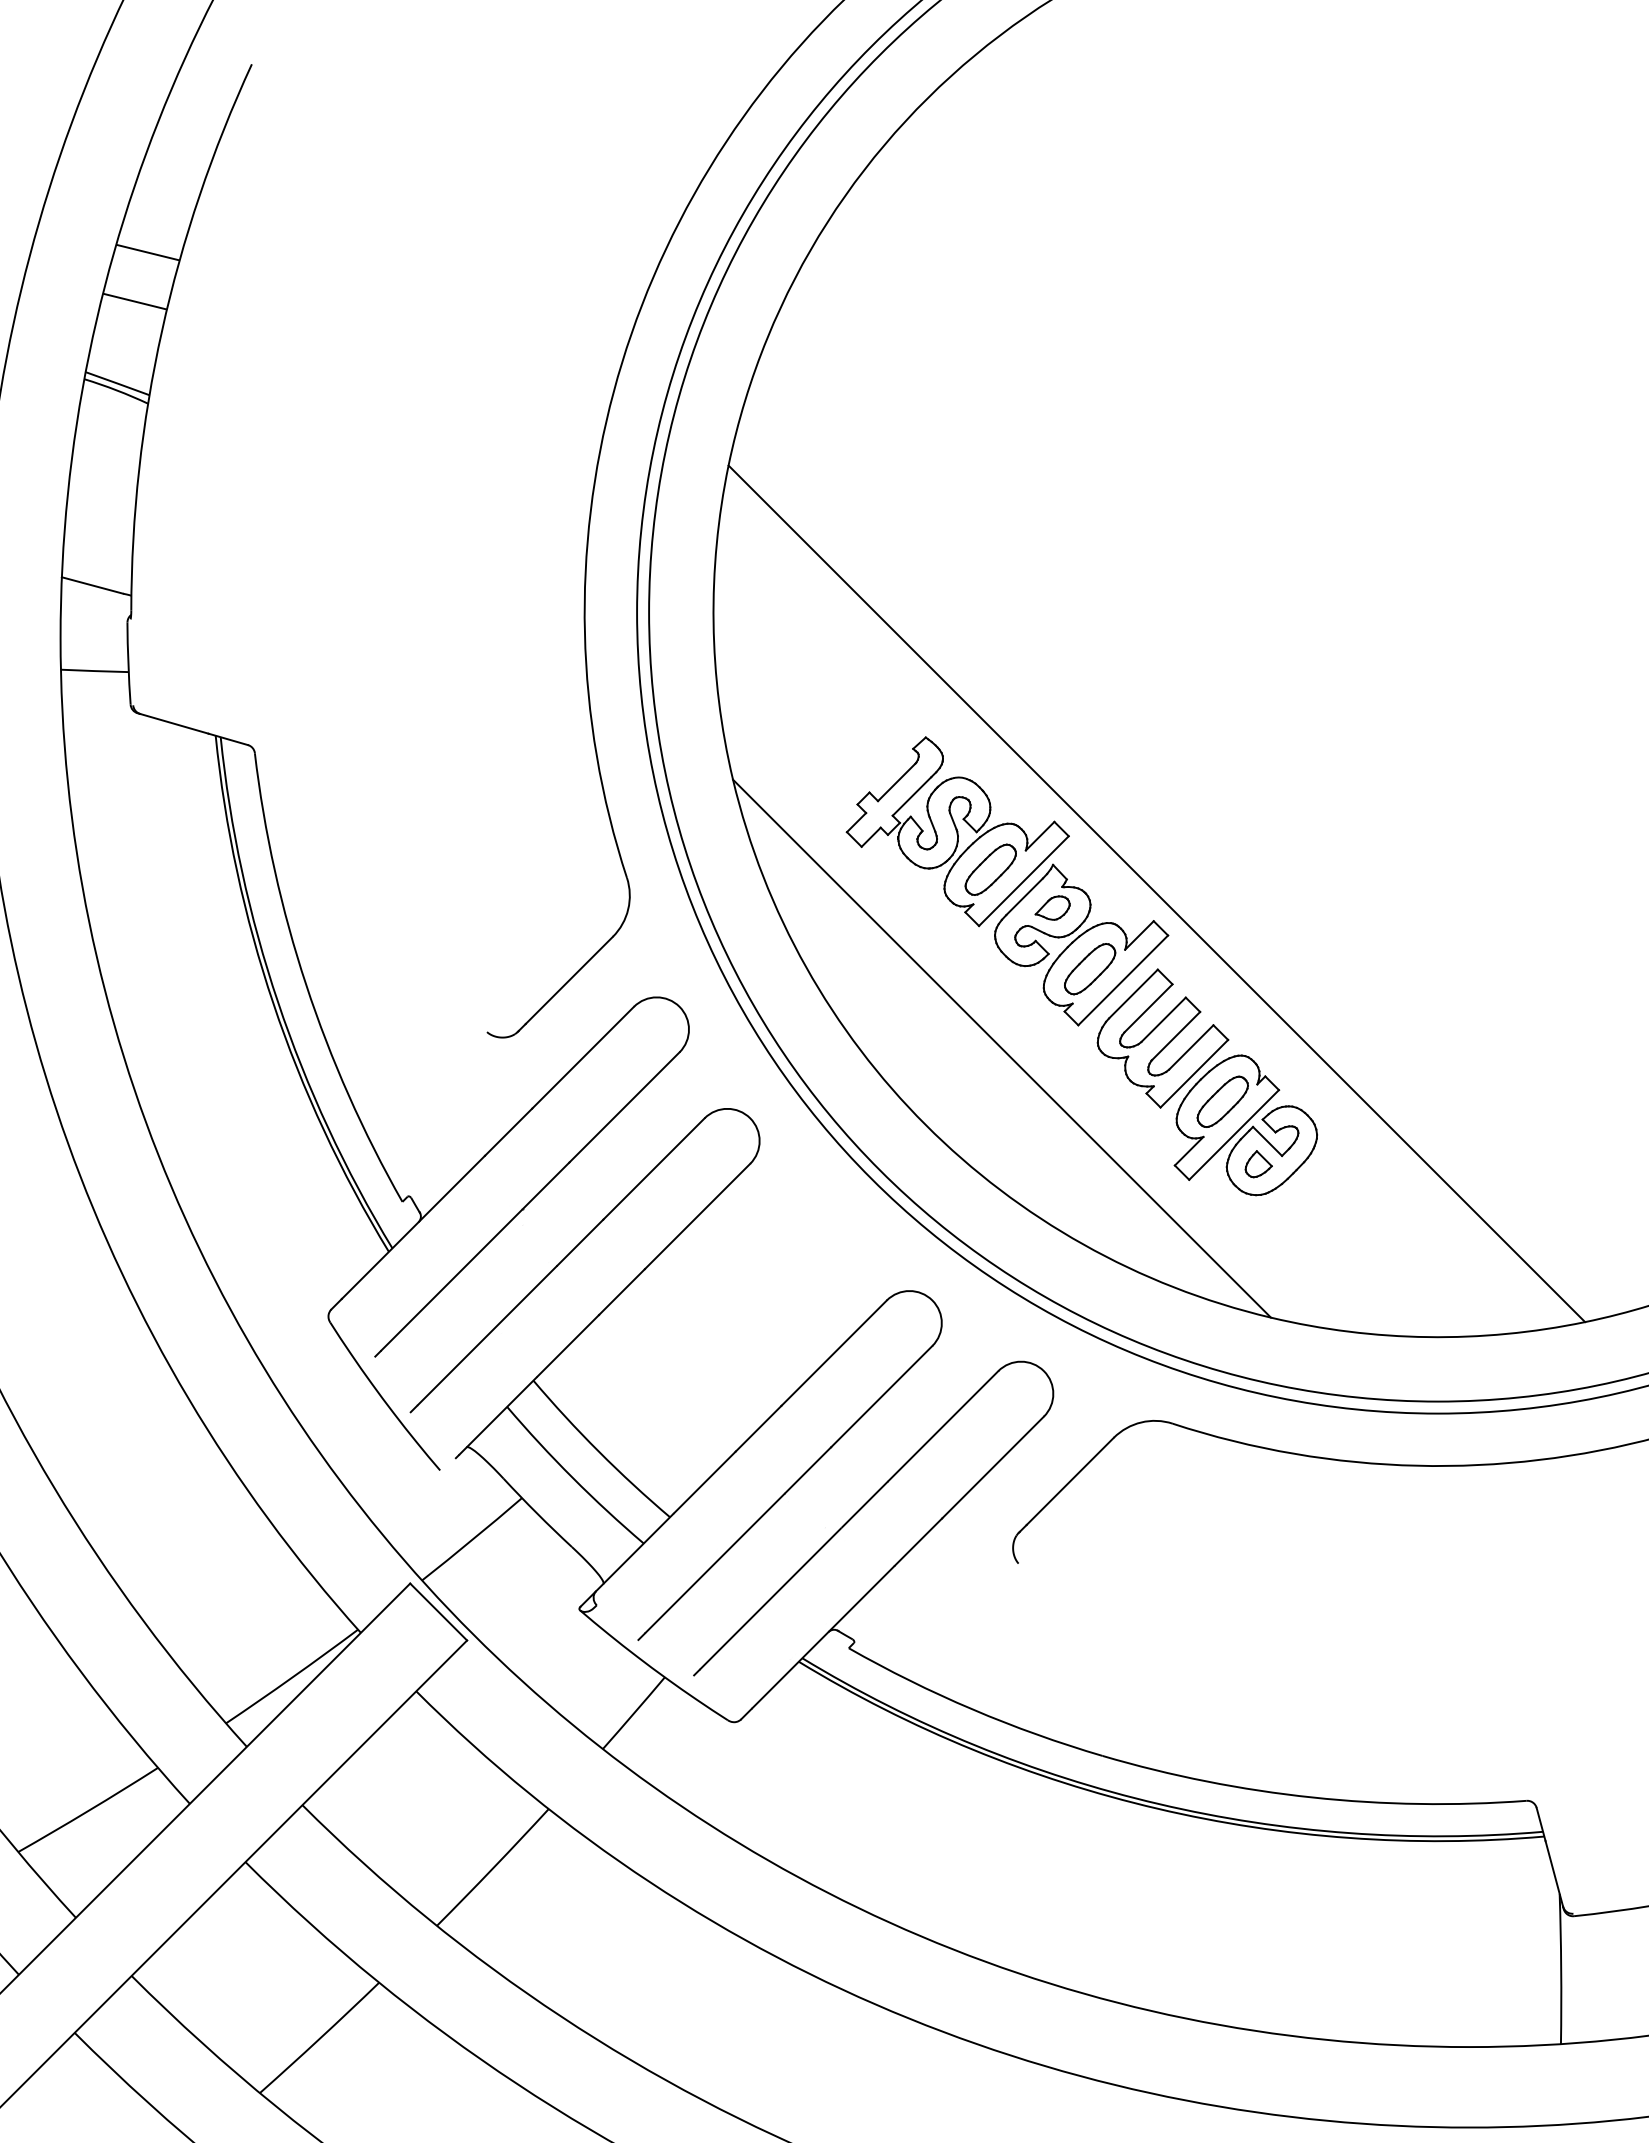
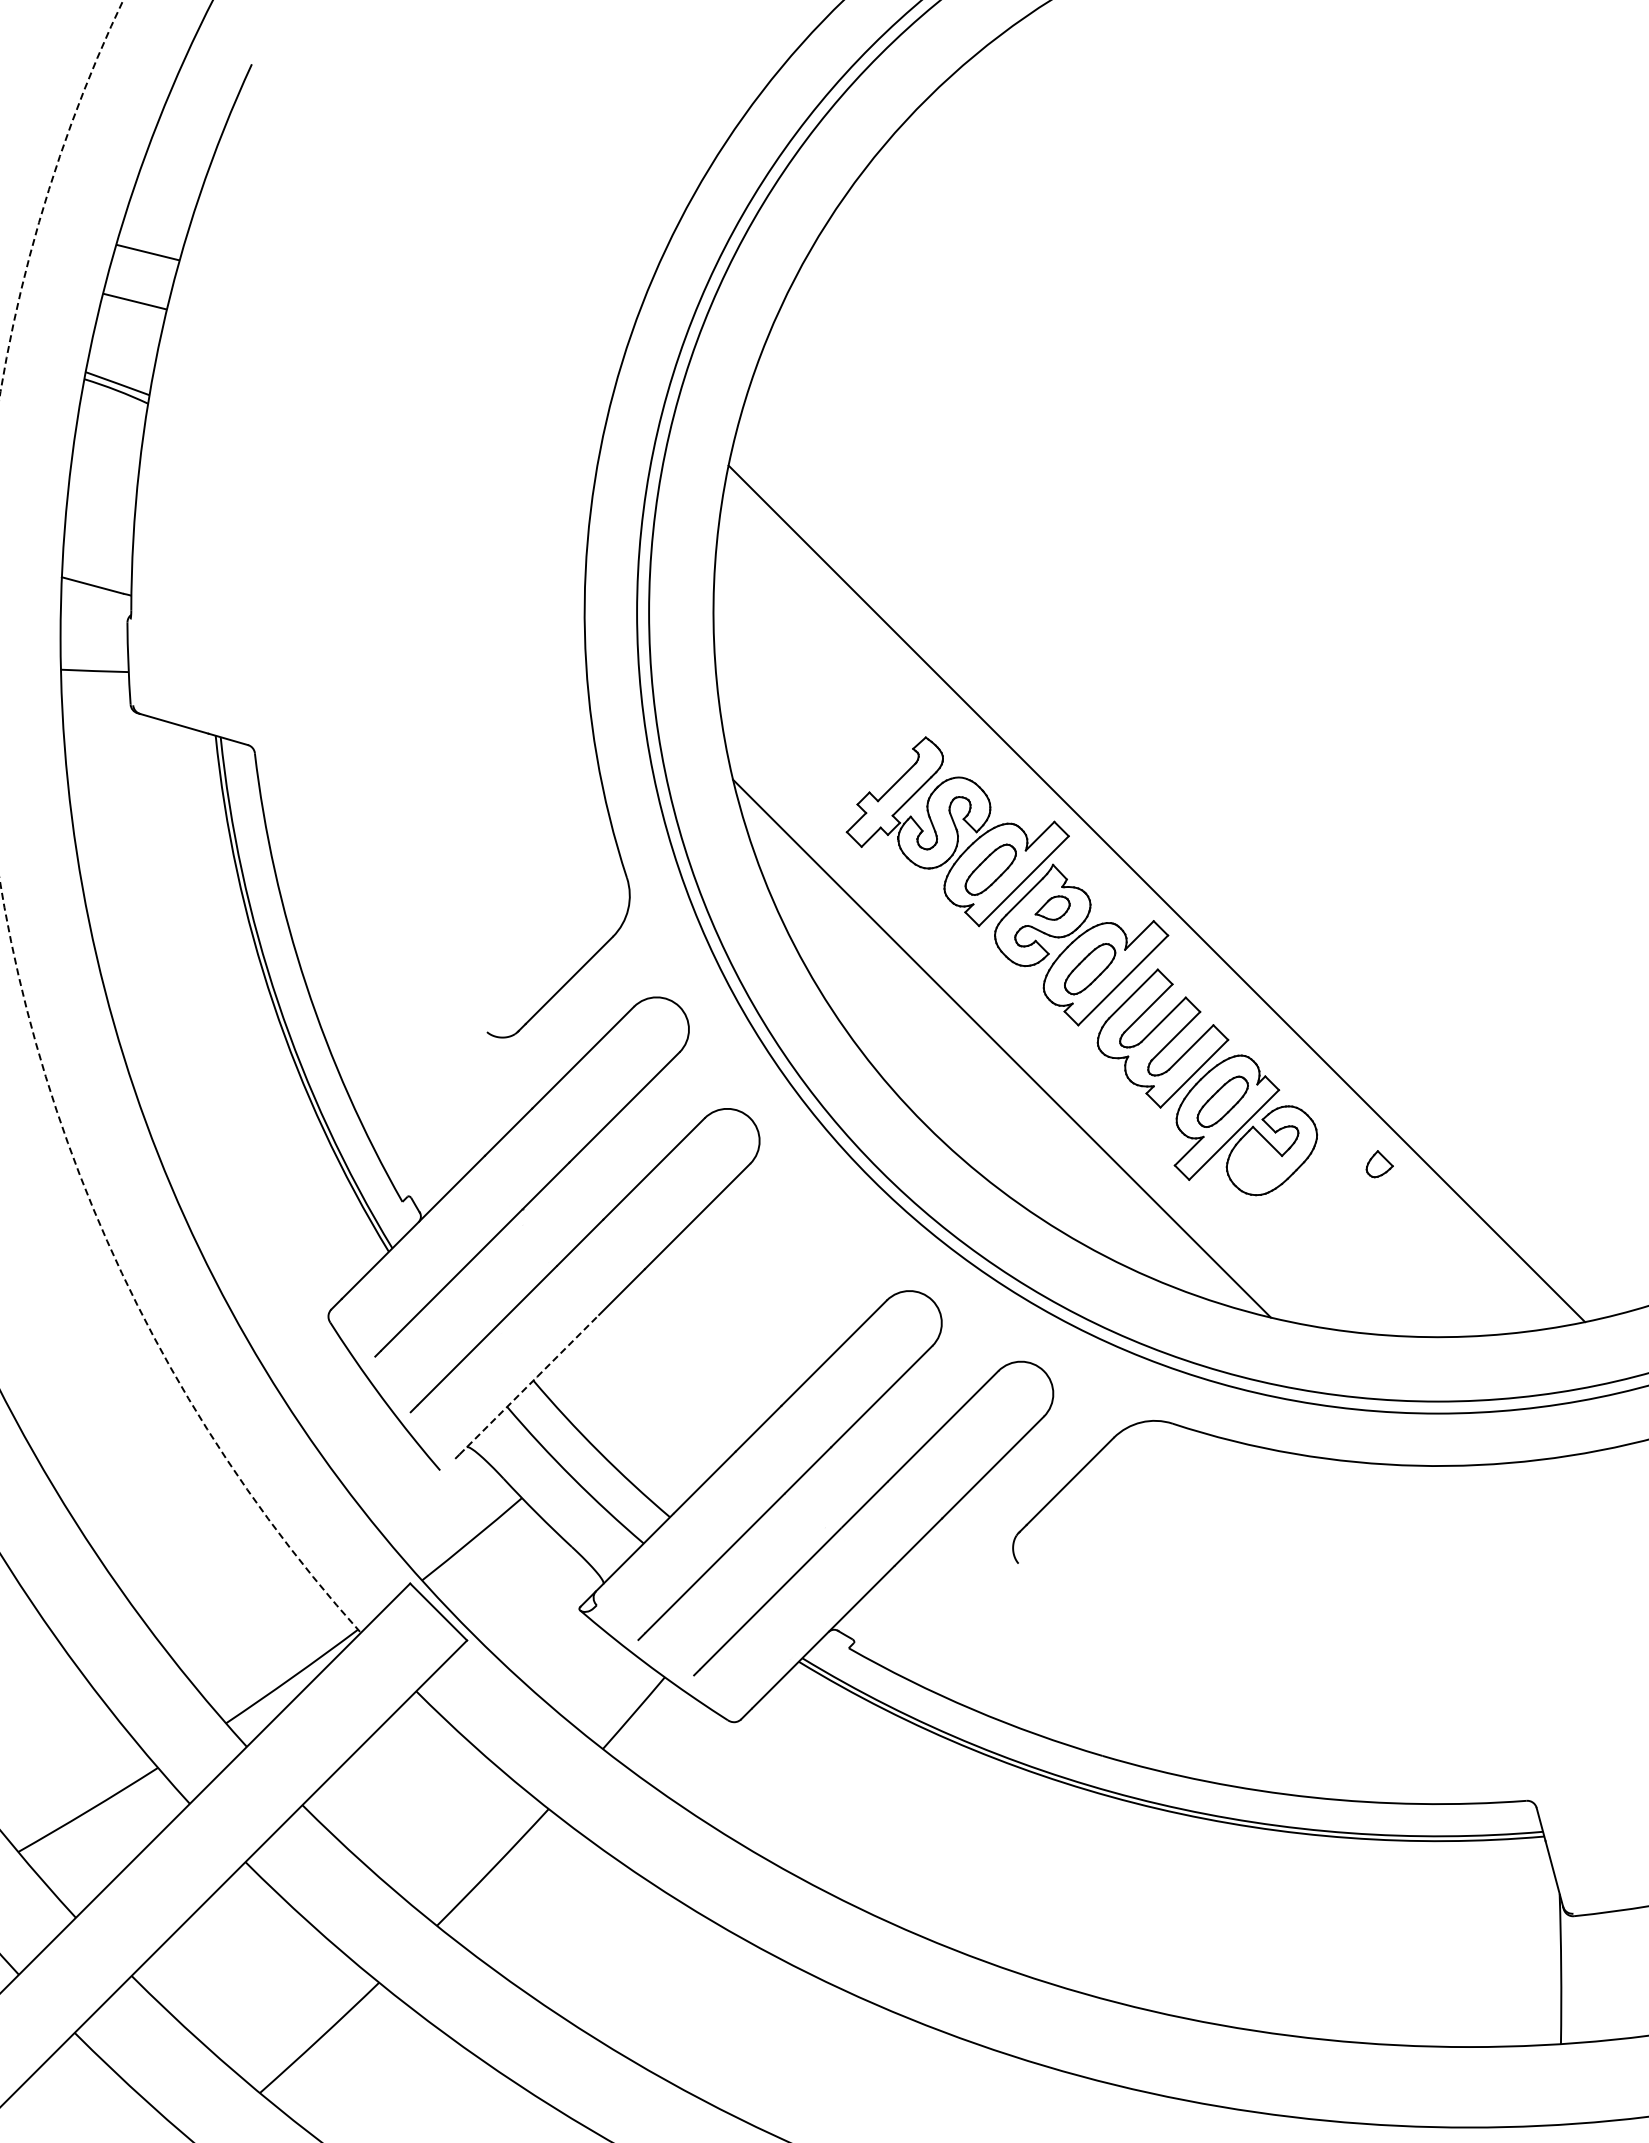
arc at (50, 1091): solid -> dashed
part at (1258, 1164) position: (1258, 1164) -> (1379, 1164)
line at (529, 1384): solid -> dashed
